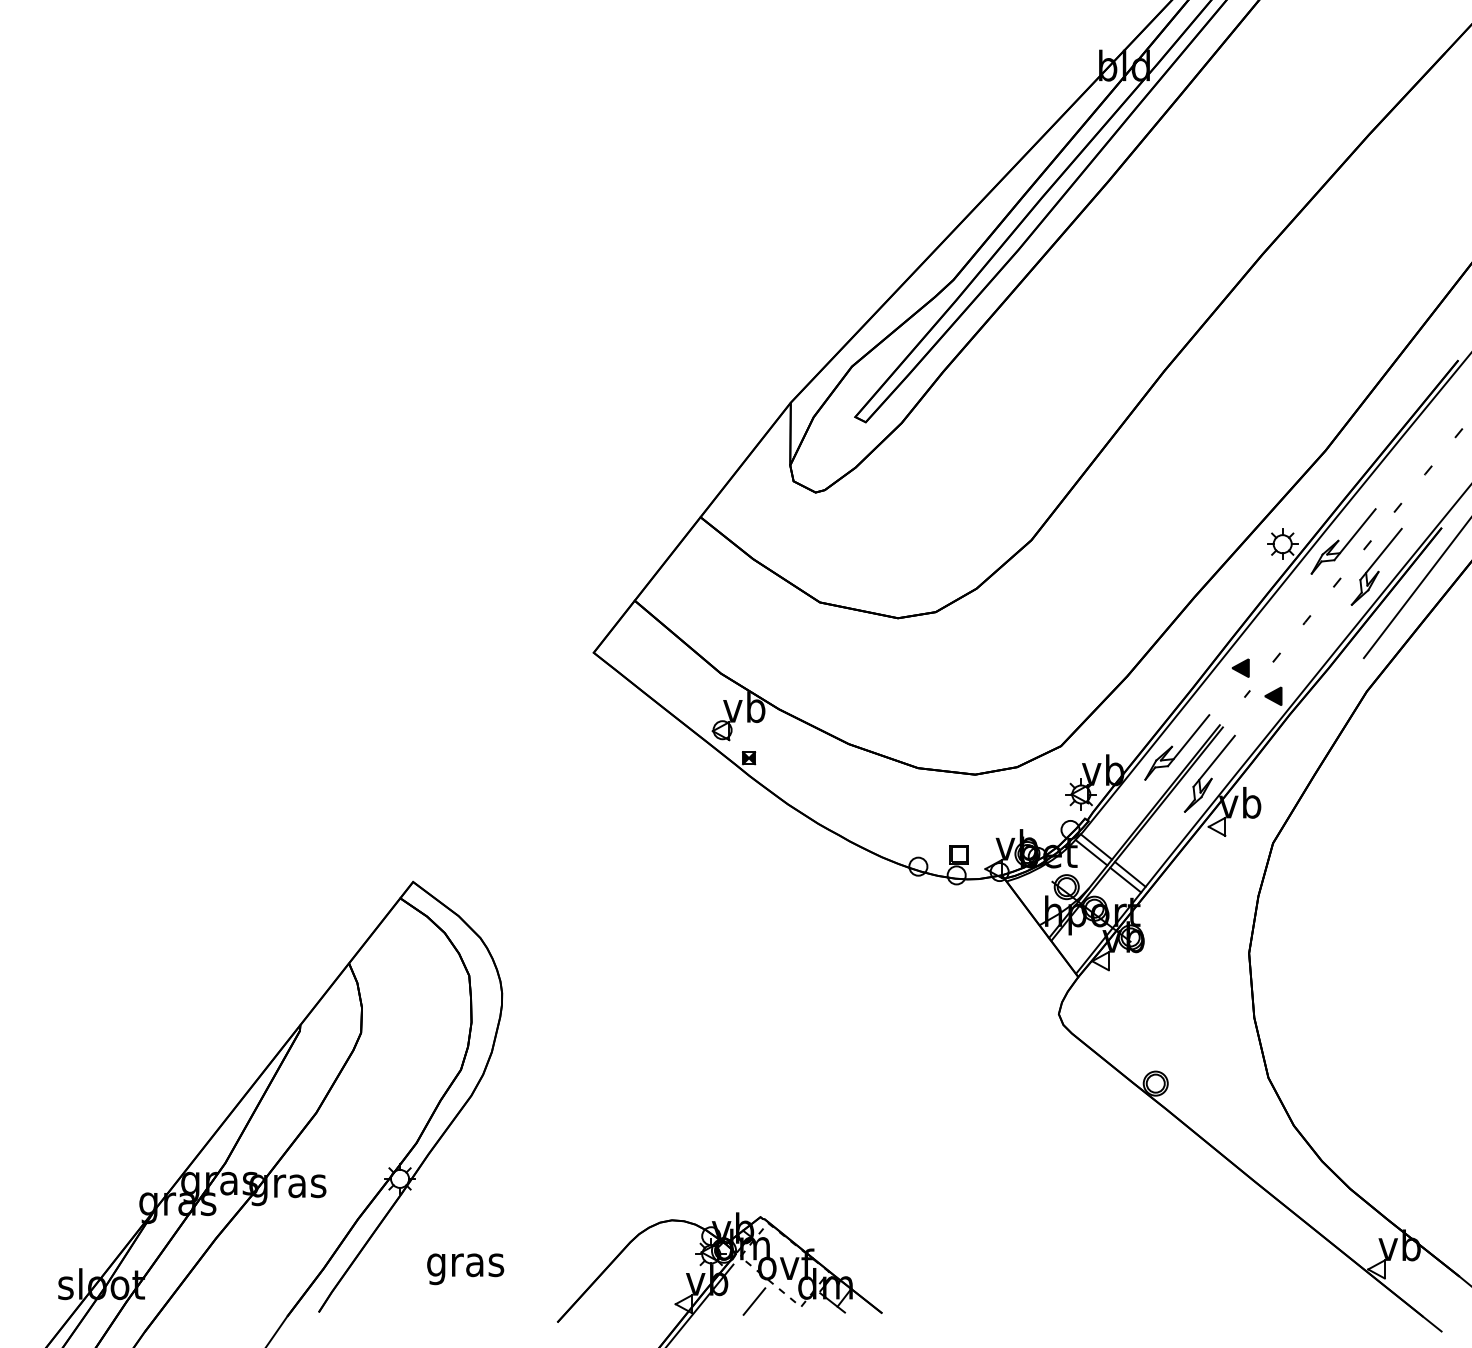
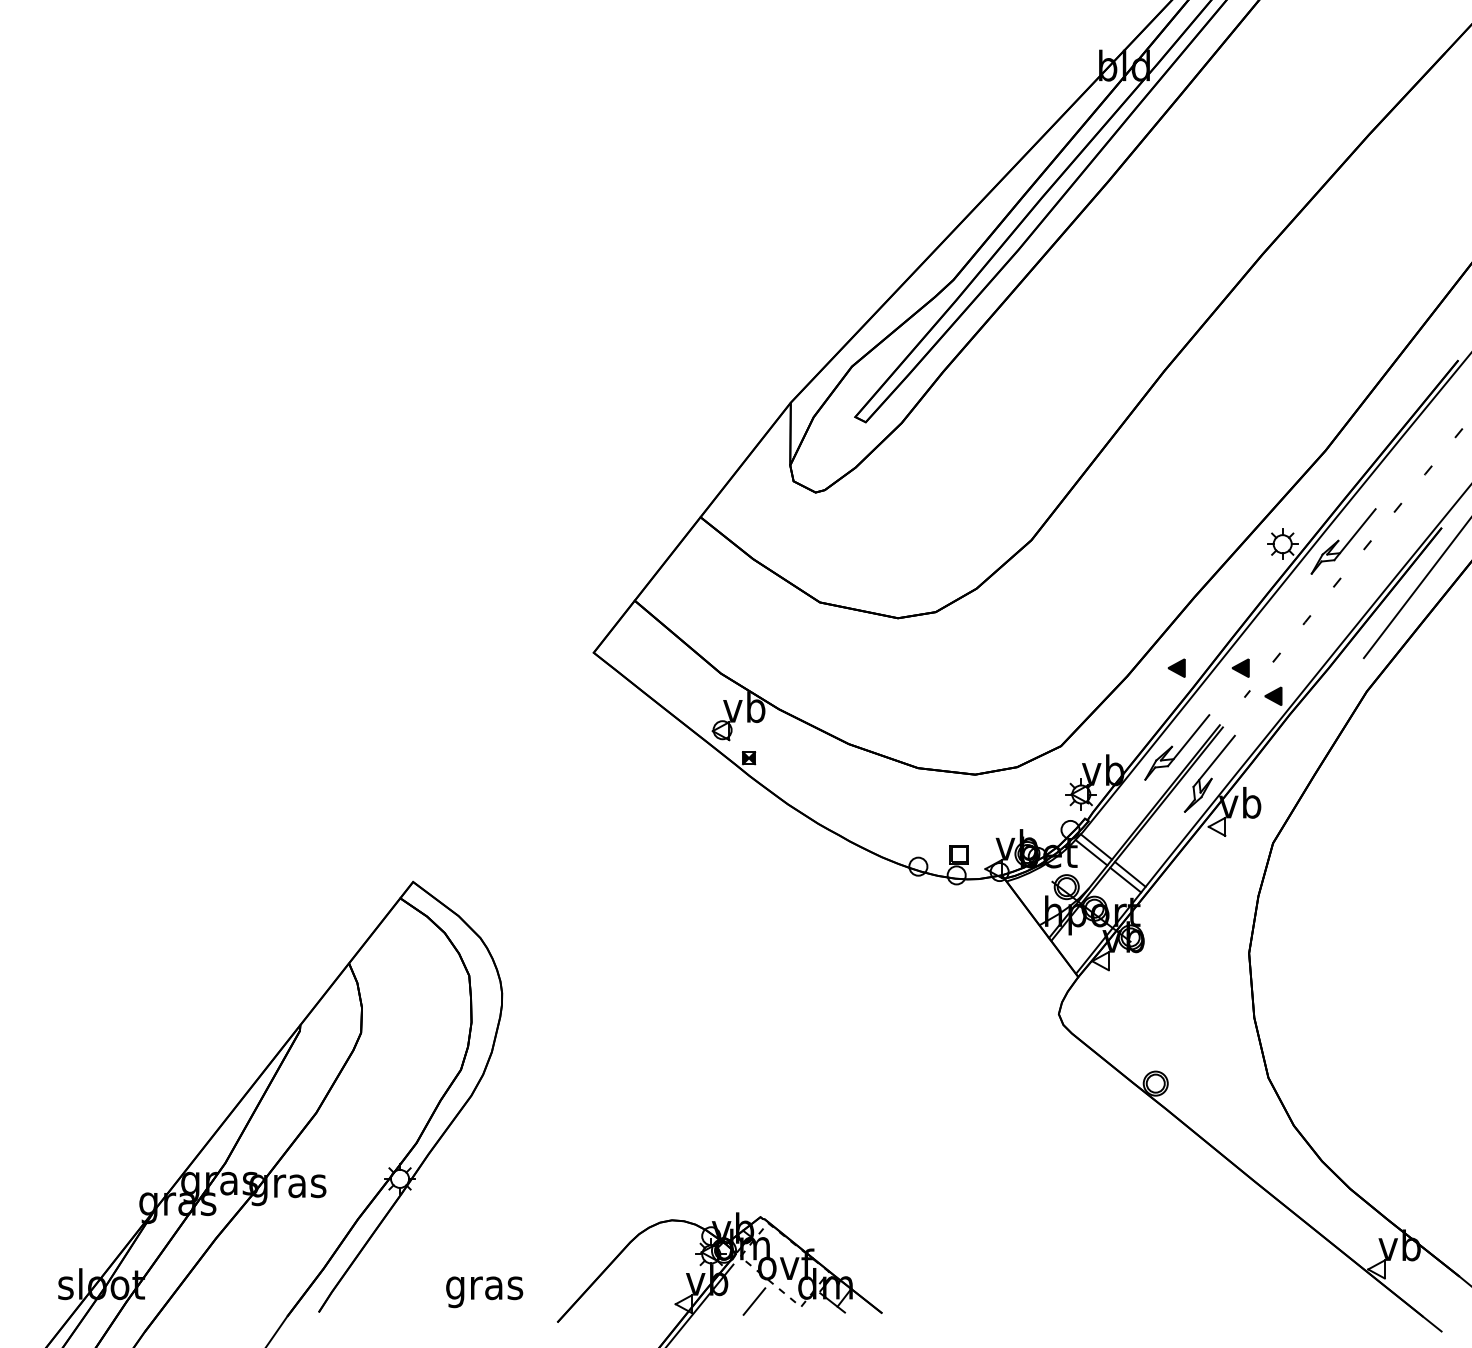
part at (1376, 566): present -> none
part at (1176, 667): none -> present
text at (465, 1269) position: (465, 1269) -> (484, 1292)
